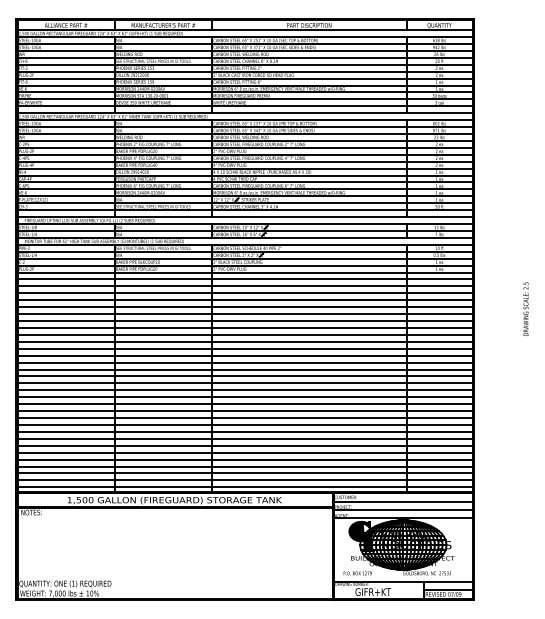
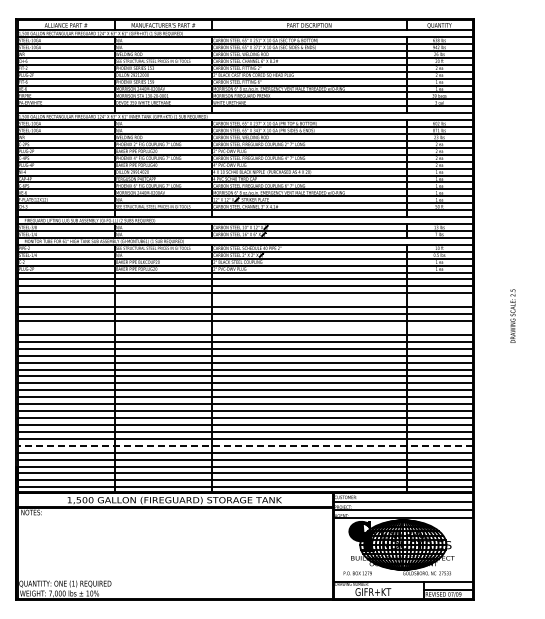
line at (244, 300): present -> none
text at (525, 308) position: (525, 308) -> (512, 315)
line at (244, 327): present -> none
line at (244, 445): solid -> dashed
